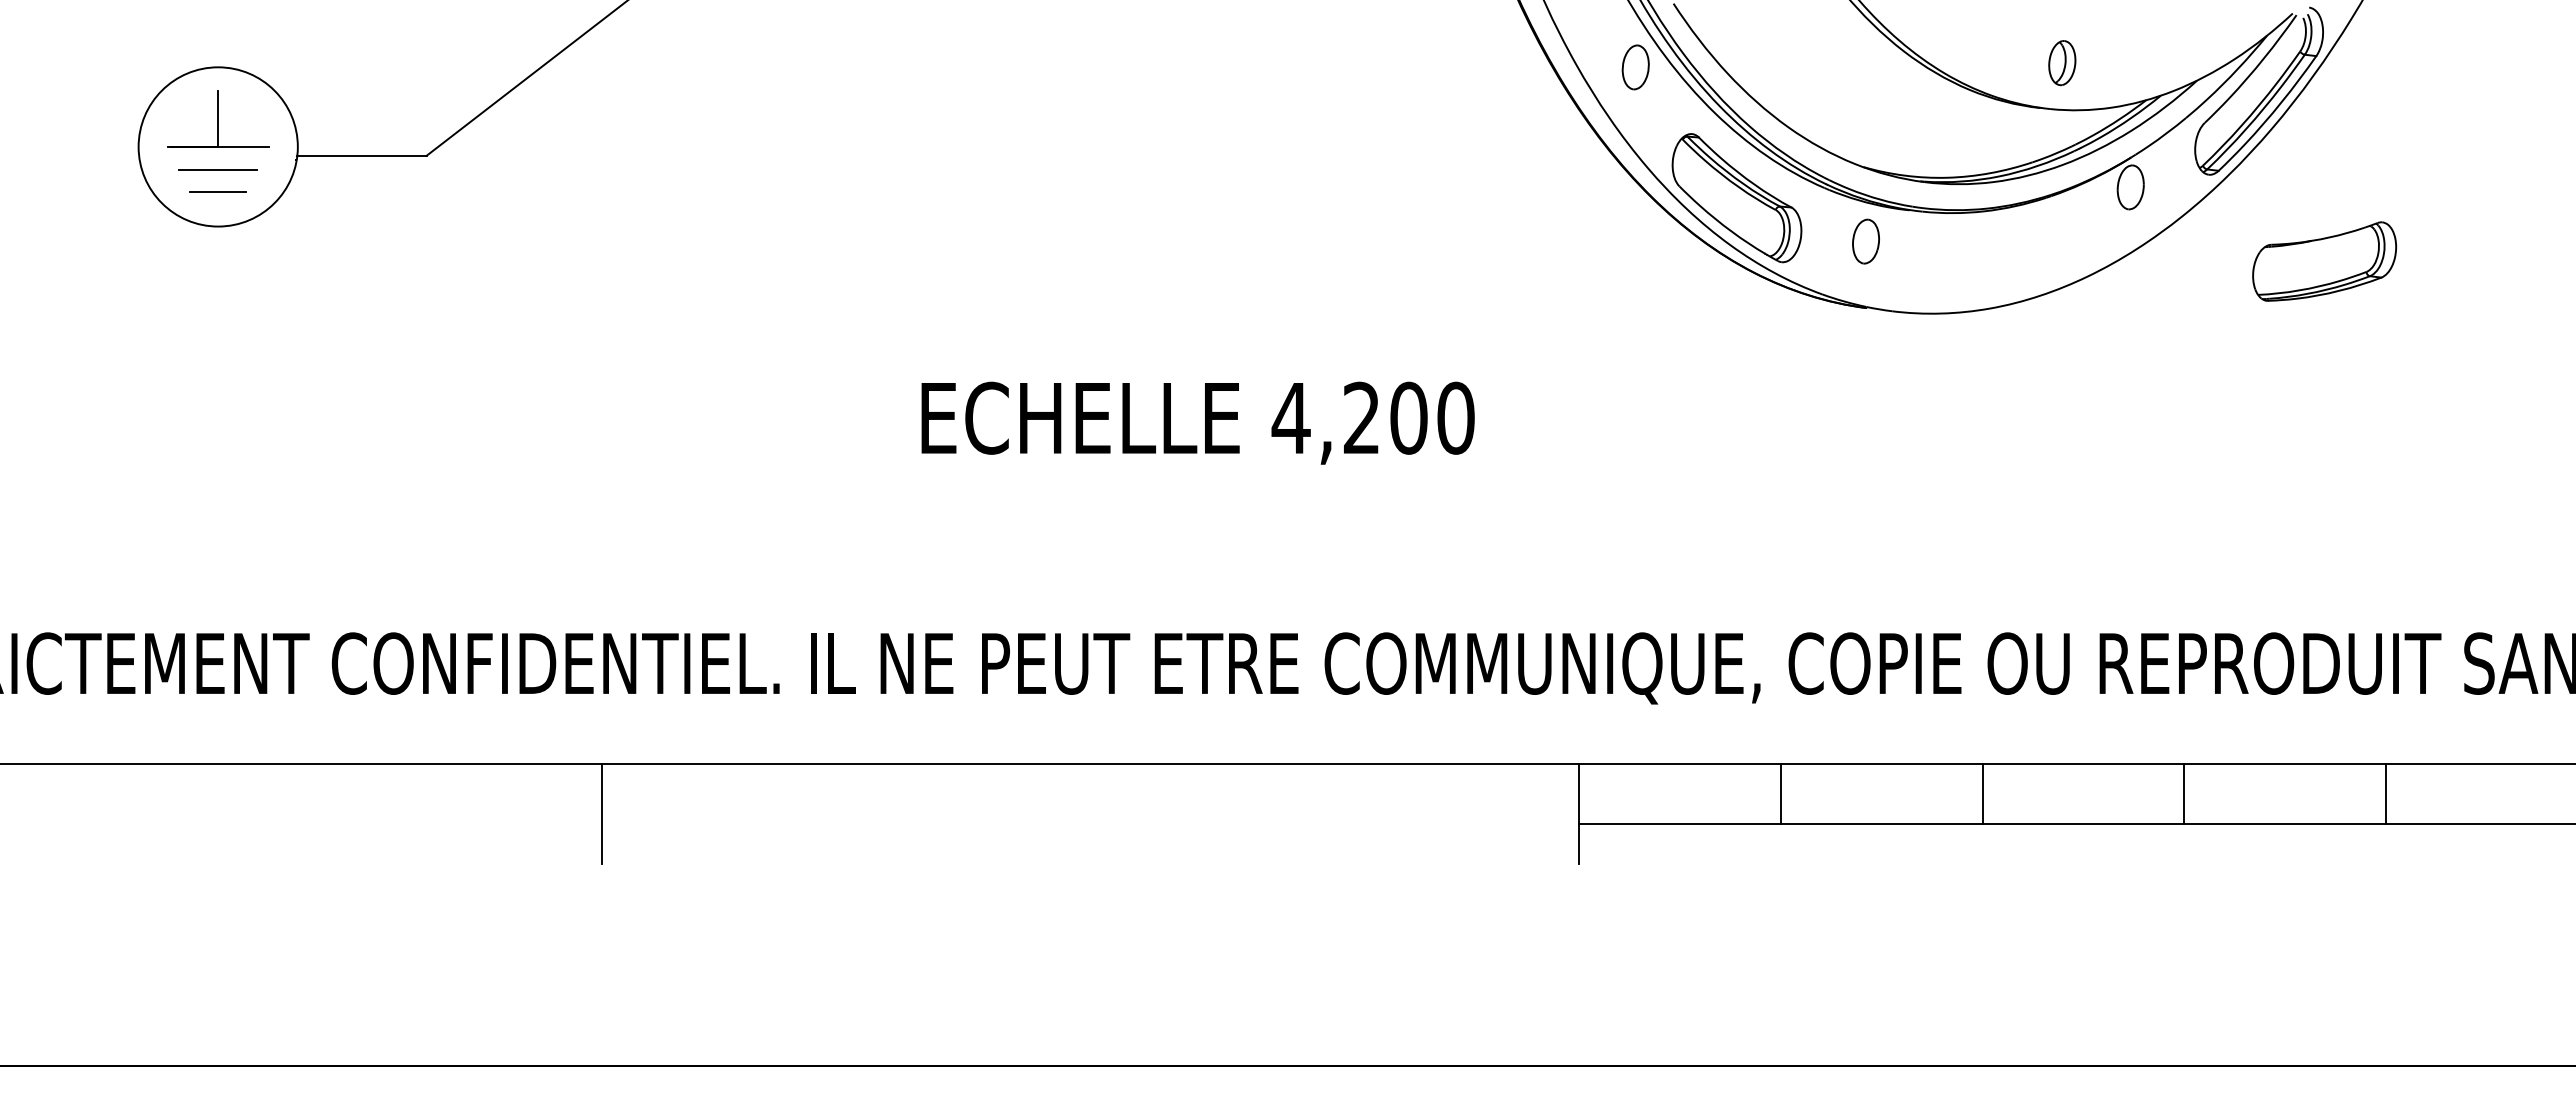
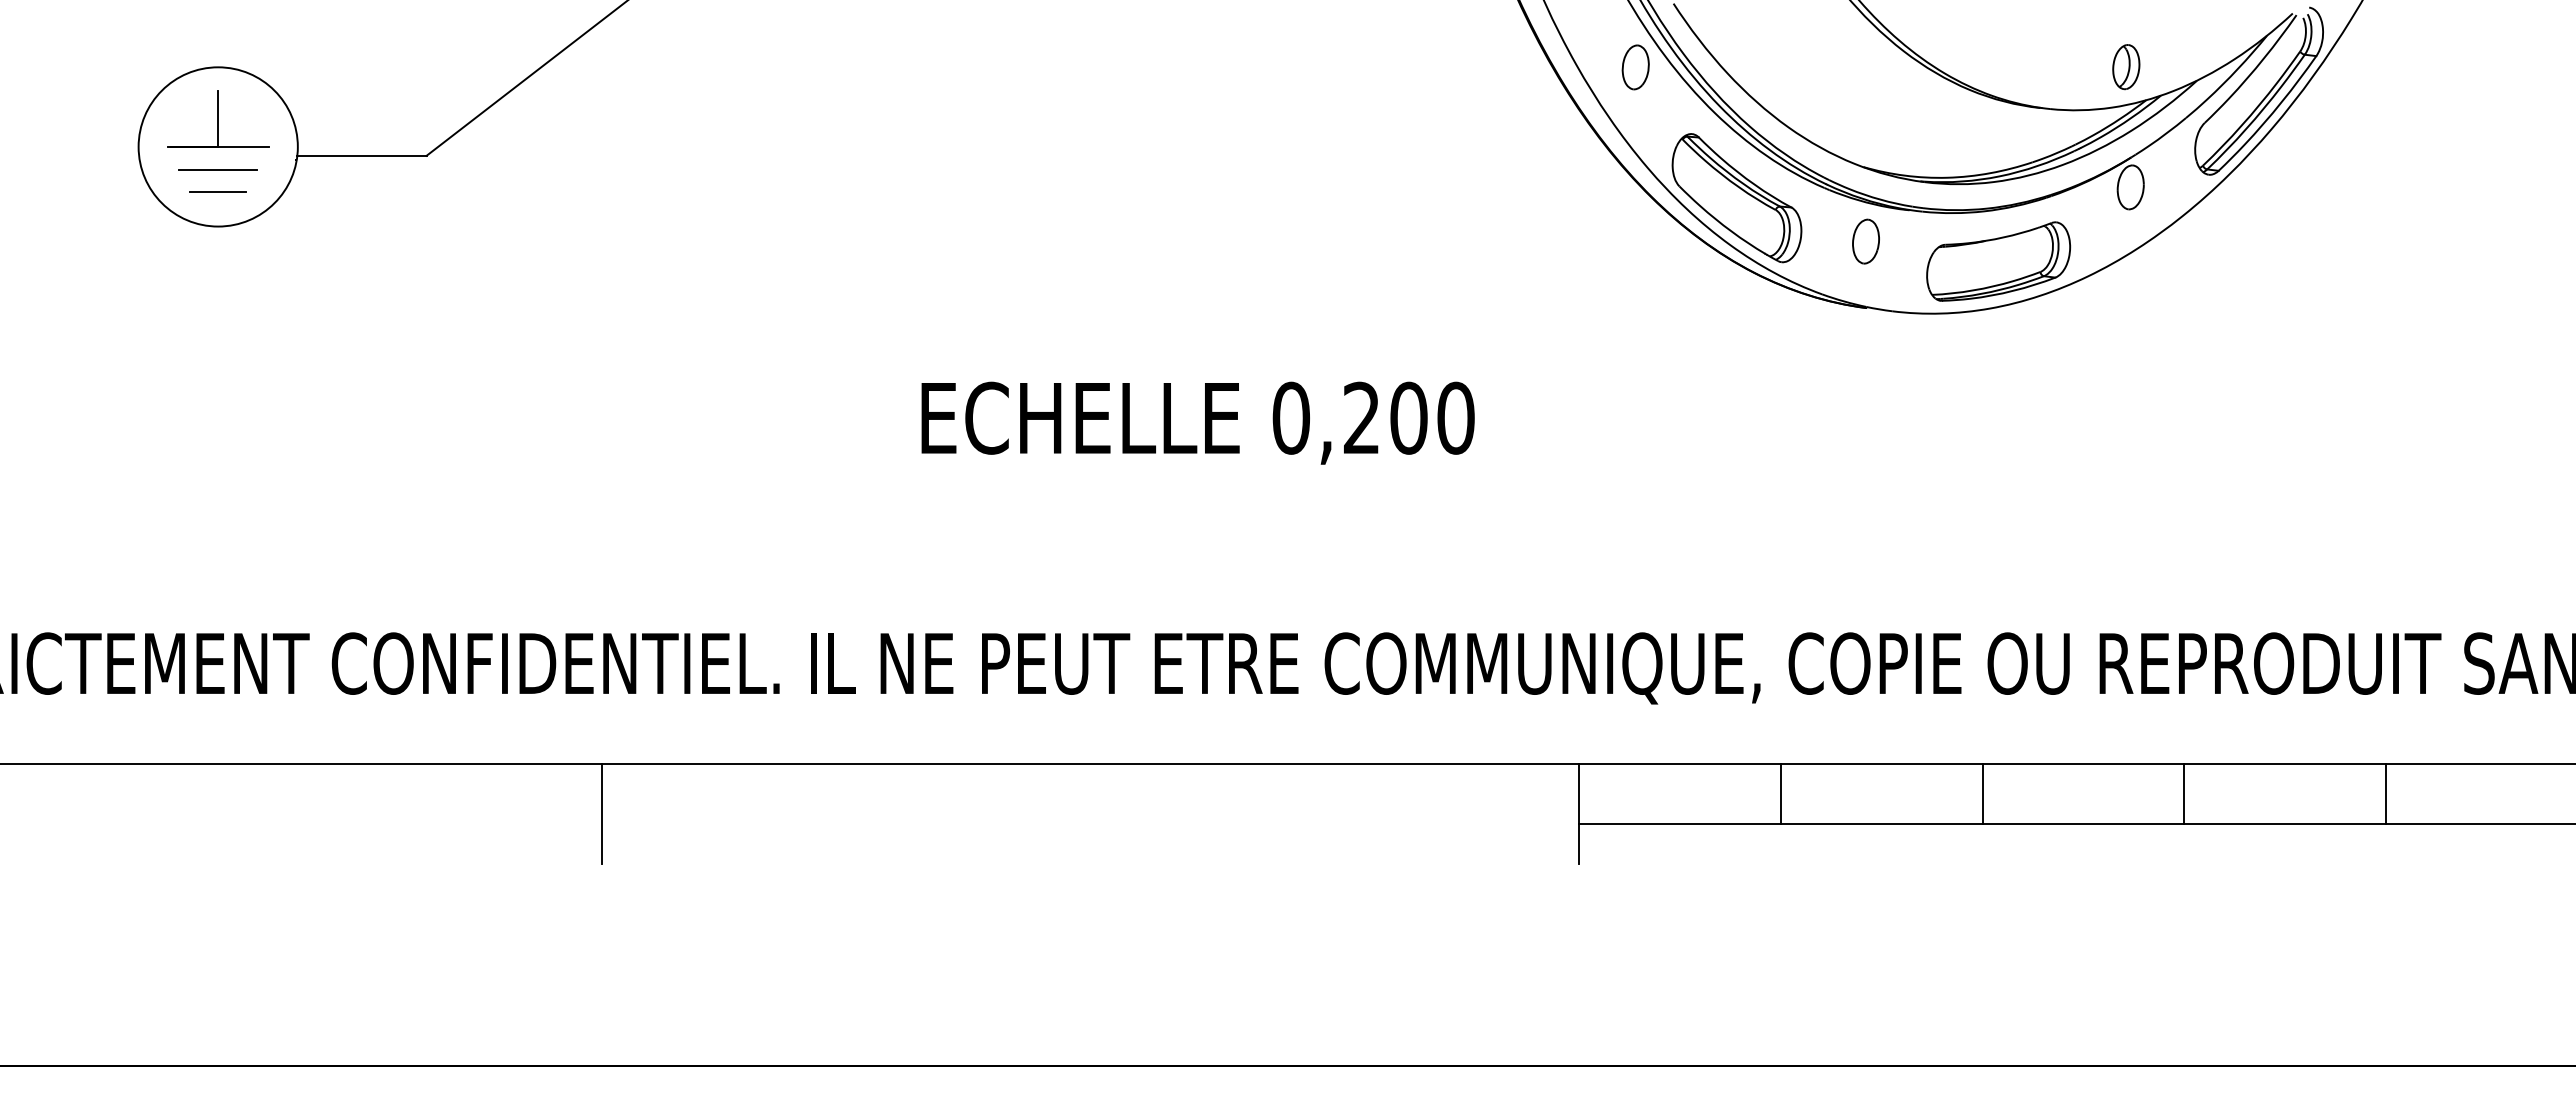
part at (2062, 63) position: (2062, 63) -> (2126, 67)
part at (2324, 261) position: (2324, 261) -> (1998, 261)
text at (1290, 417): 4,200 -> 0,200
